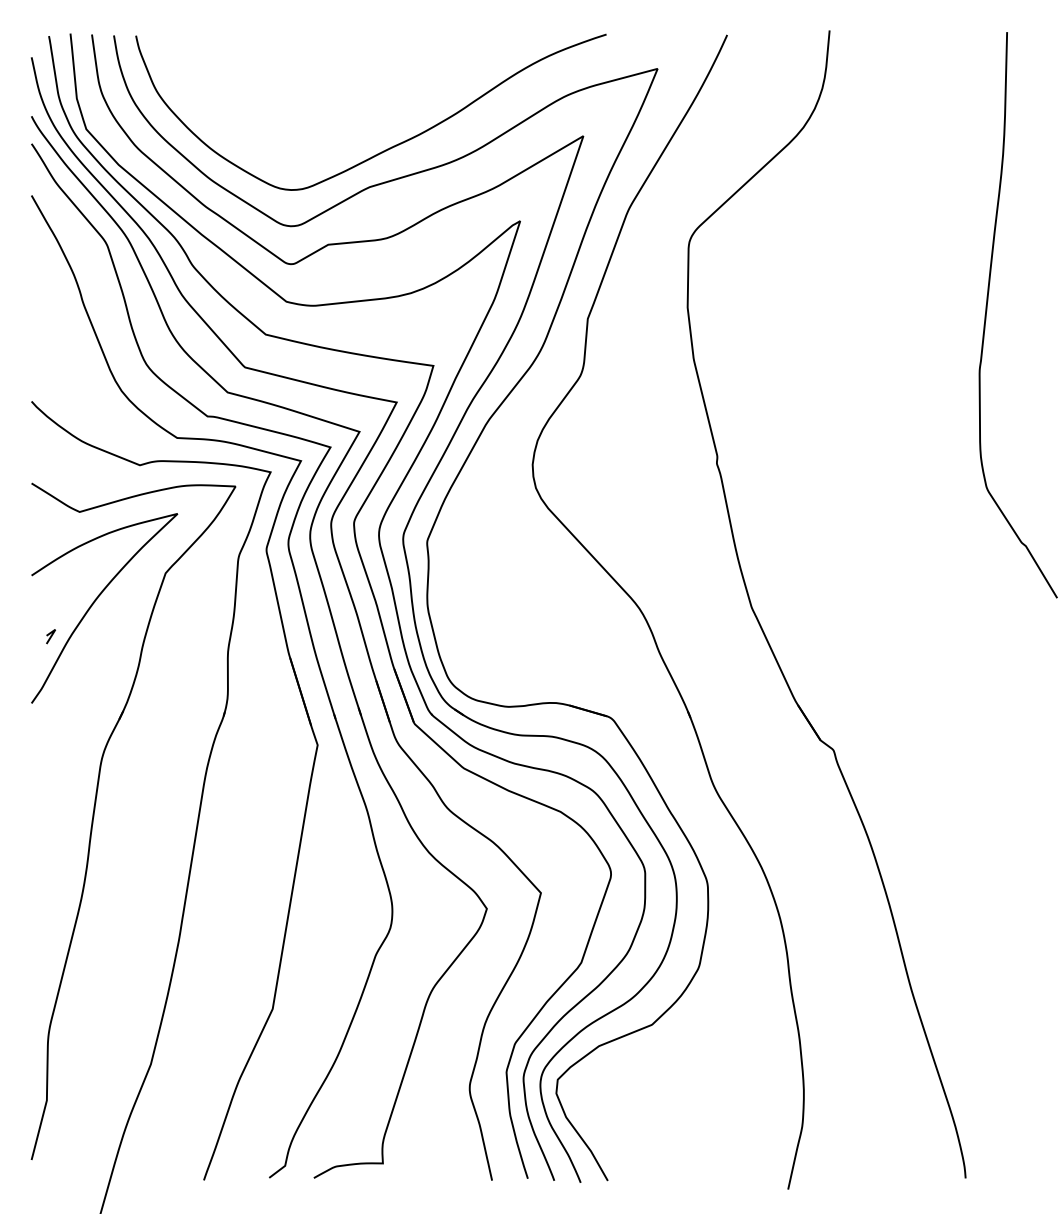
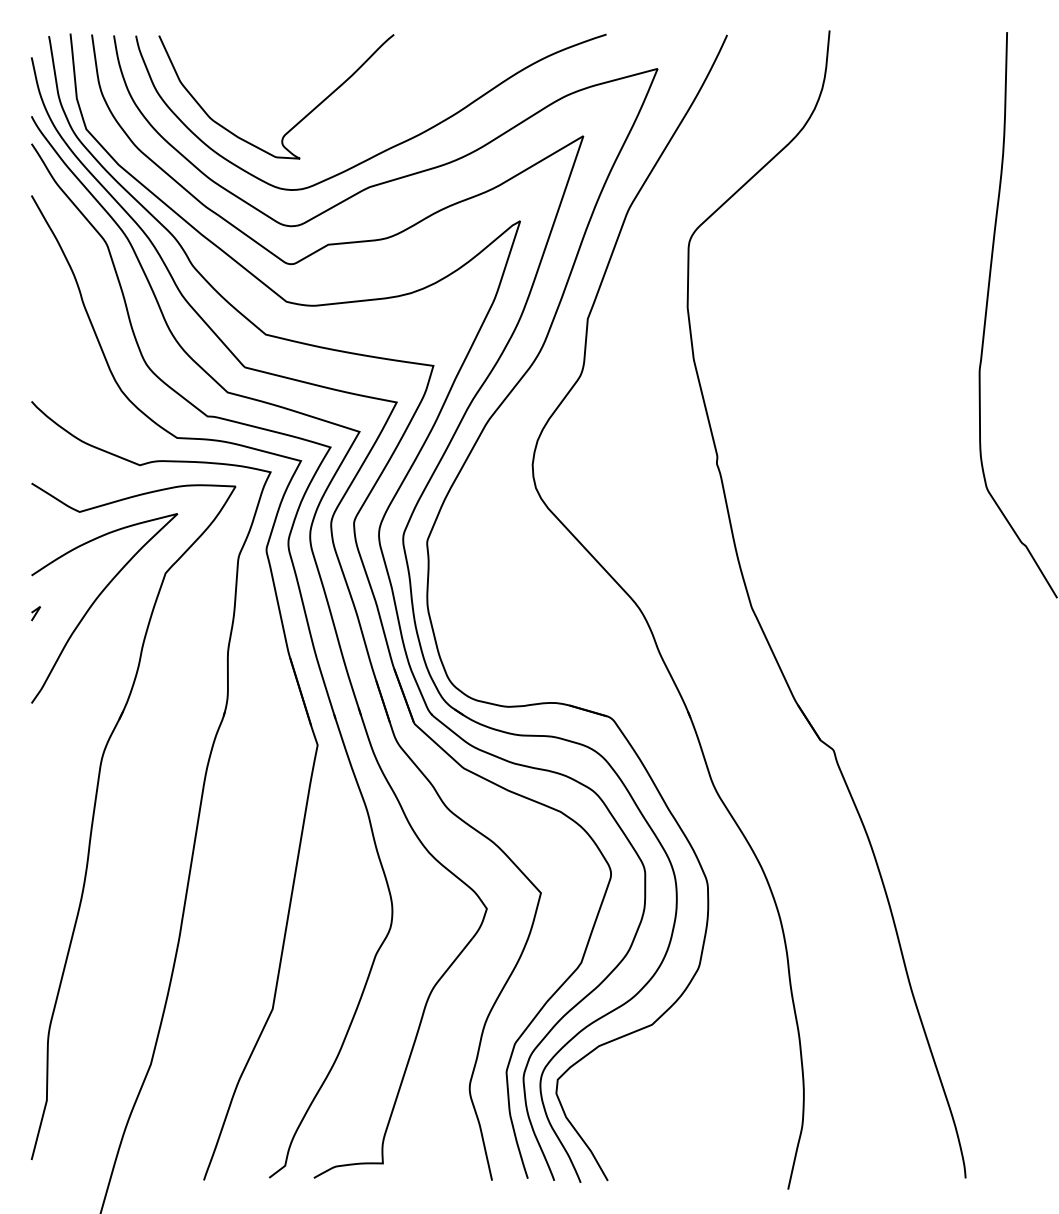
curve at (299, 120): none -> present
line at (50, 636) position: (50, 636) -> (35, 613)
